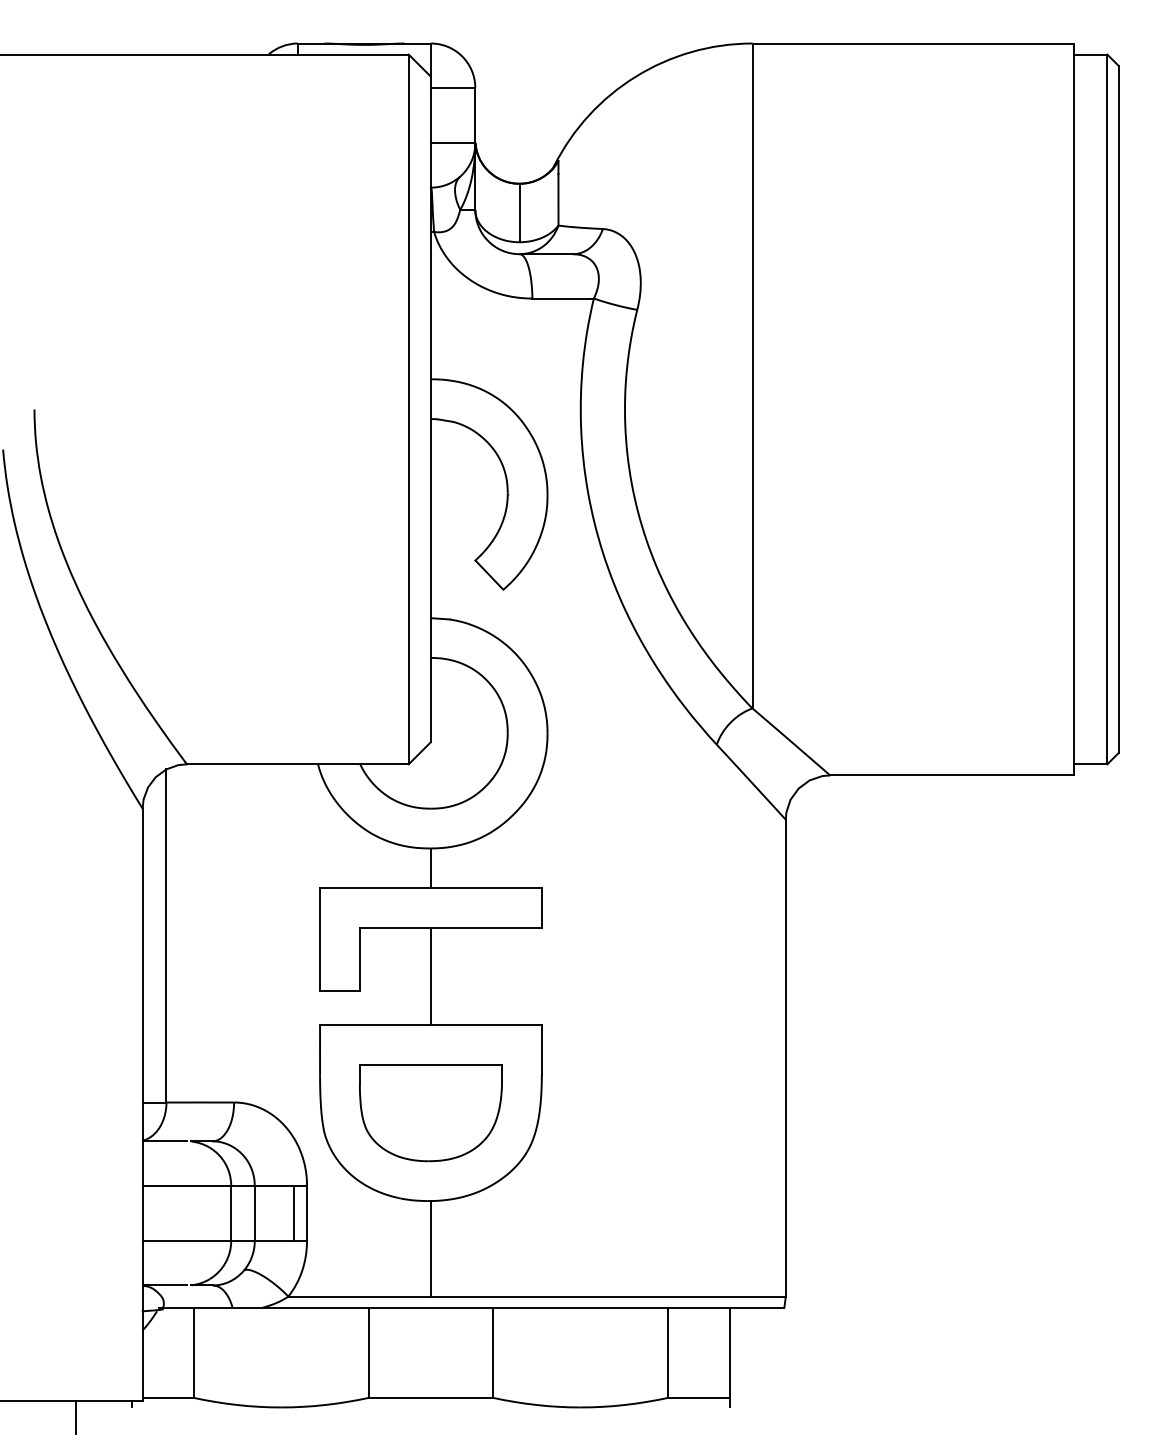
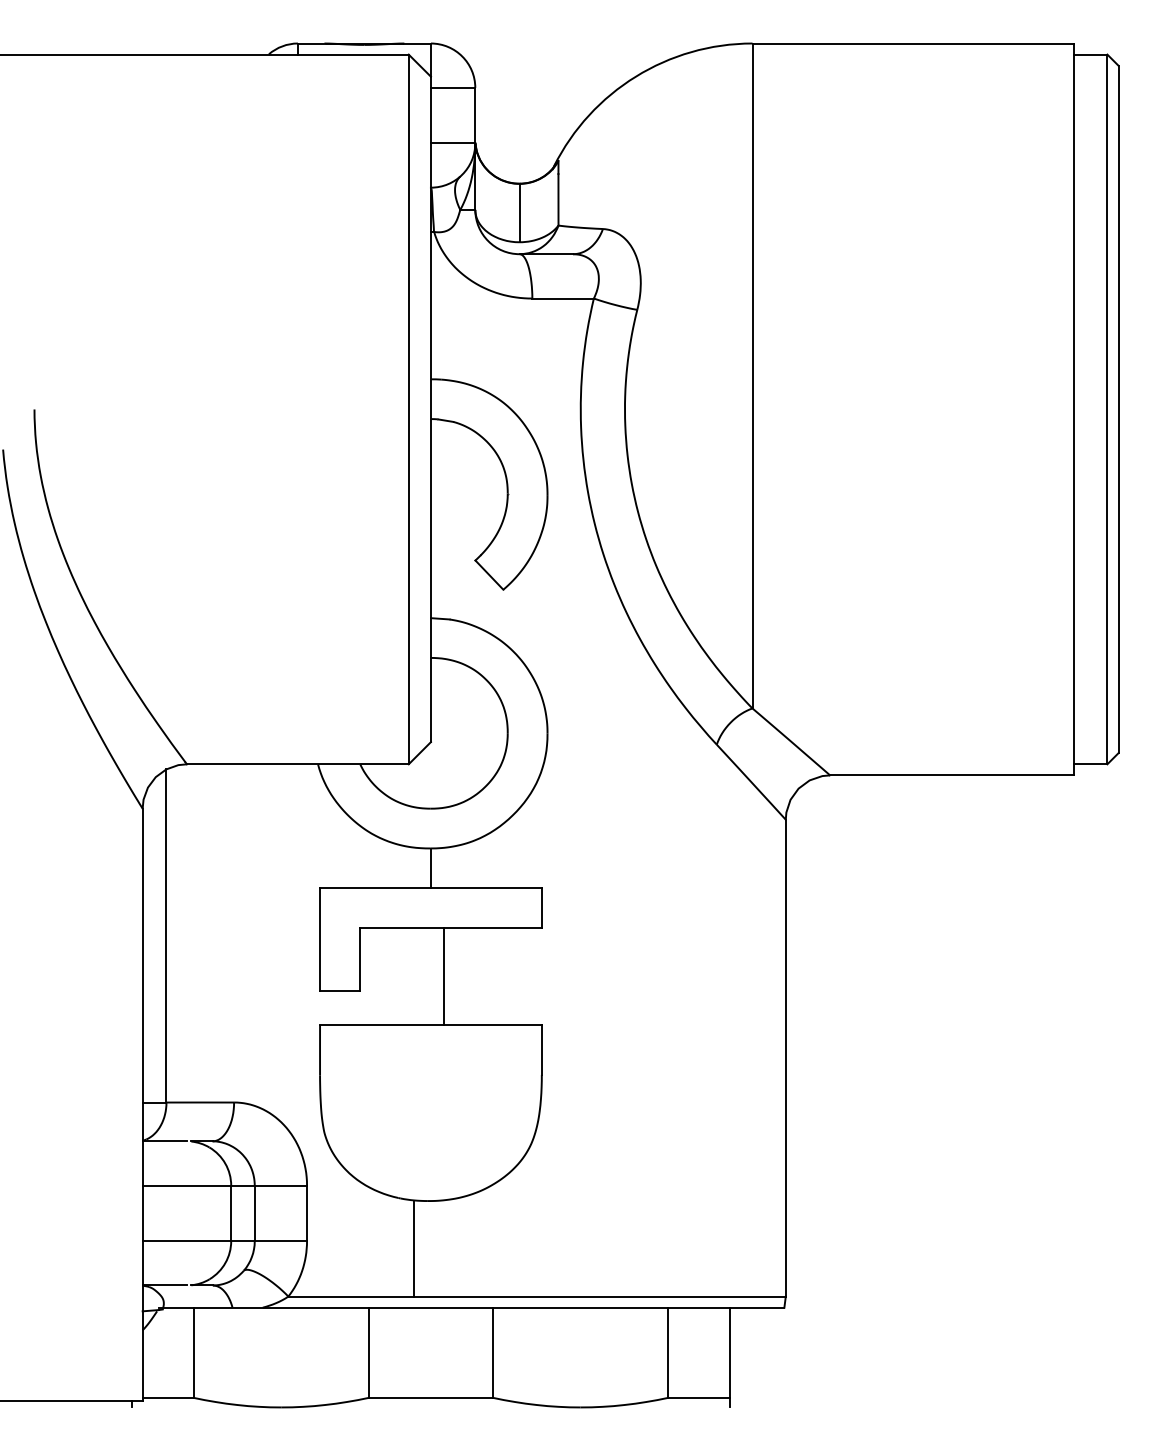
line at (430, 976) position: (430, 976) -> (443, 976)
part at (430, 1113): present -> none
line at (293, 1213): present -> none
line at (430, 1248) position: (430, 1248) -> (413, 1248)
line at (76, 1417): present -> none
